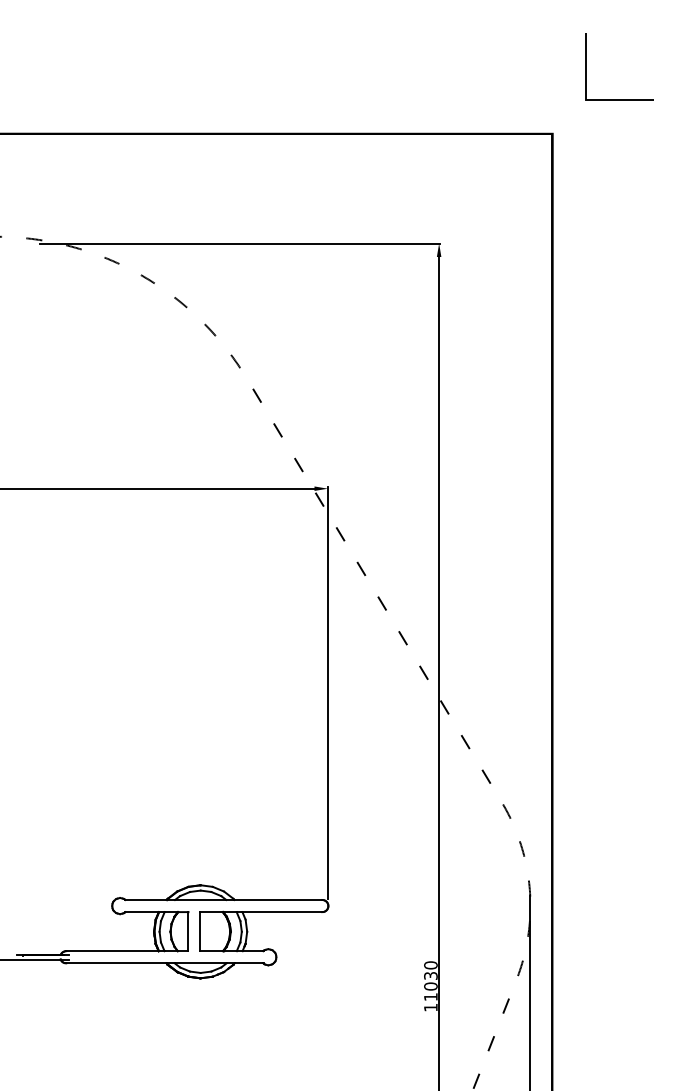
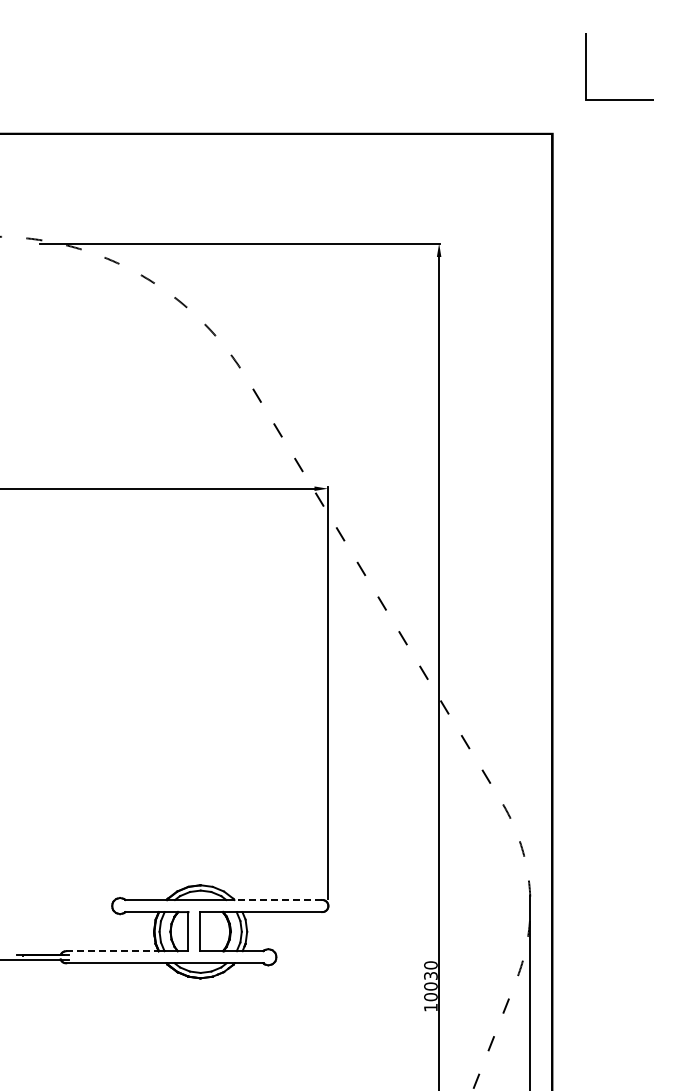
line at (278, 900): solid -> dashed
line at (112, 951): solid -> dashed
text at (430, 997): 11030 -> 10030
